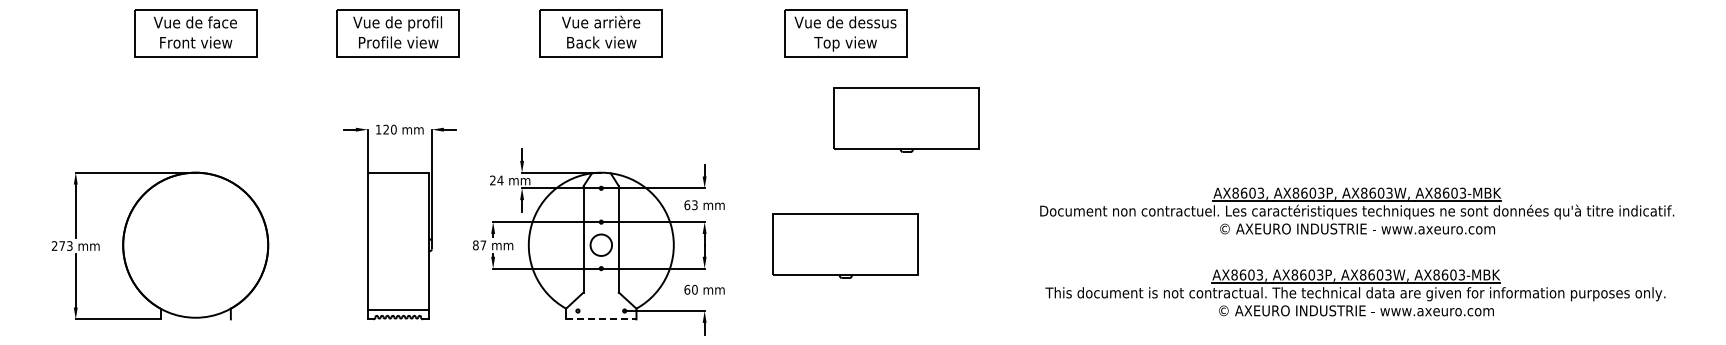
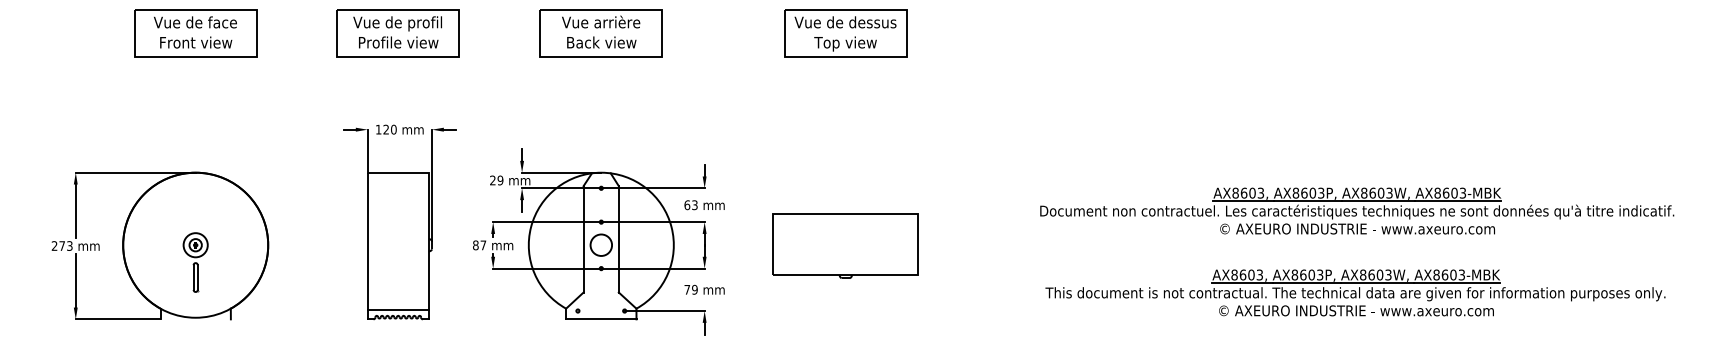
part at (906, 119): present -> none
text at (500, 180): 24 -> 29
part at (195, 262): none -> present
text at (690, 289): 60 -> 79
line at (601, 319): dashed -> solid
